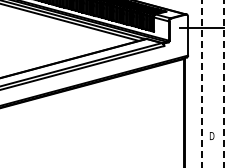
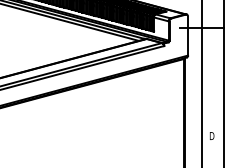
line at (223, 83): dashed -> solid
line at (201, 84): dashed -> solid
